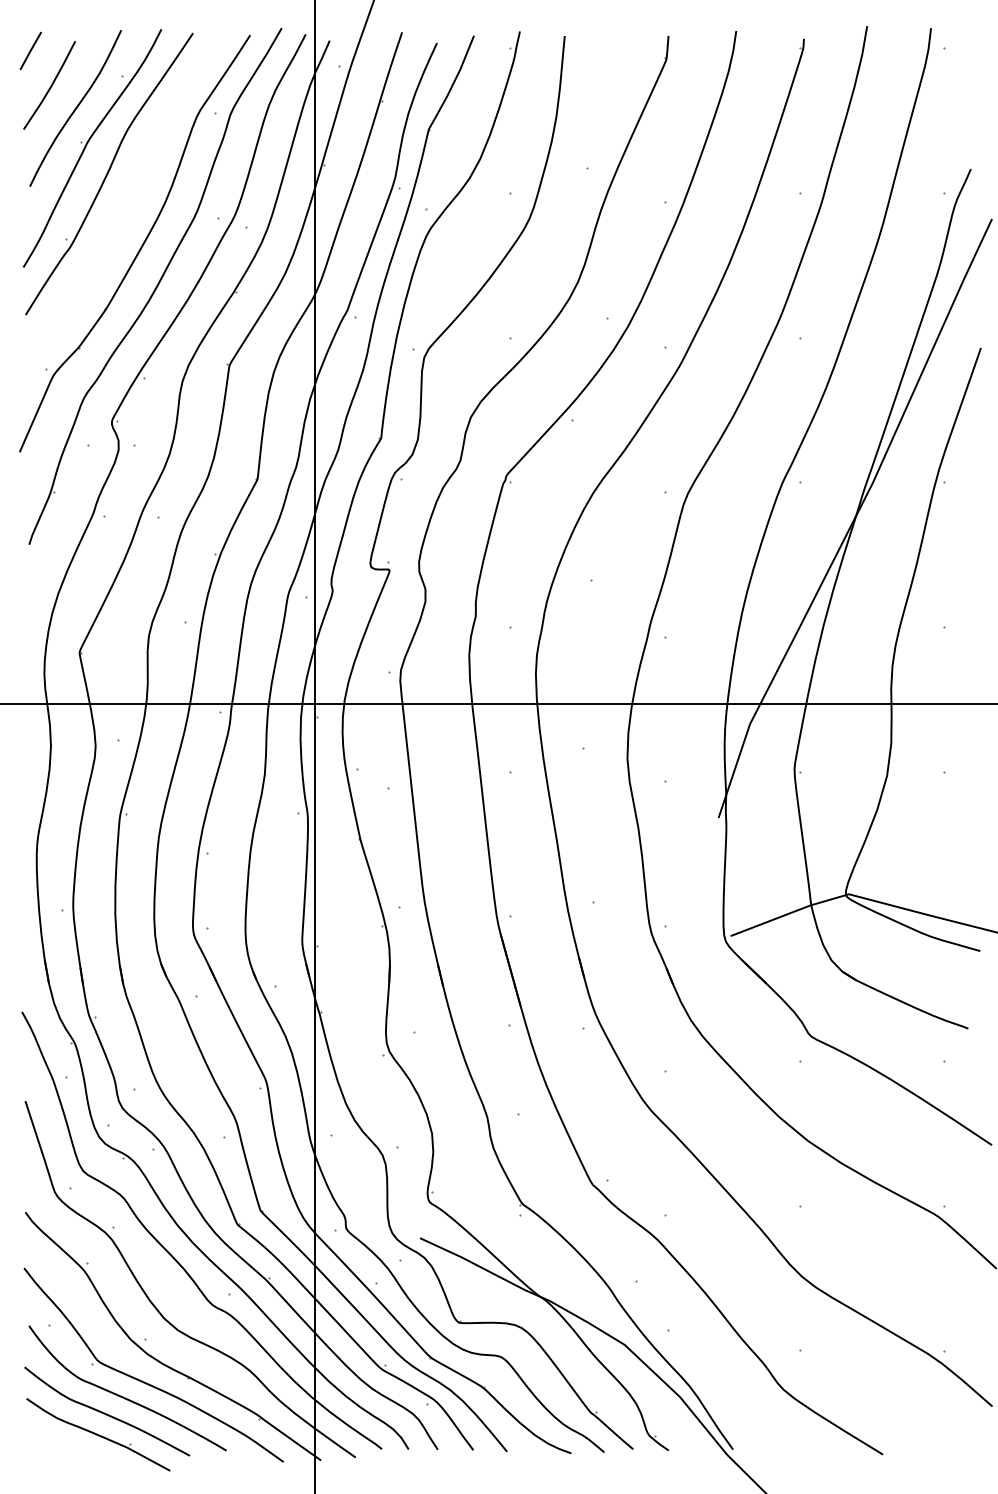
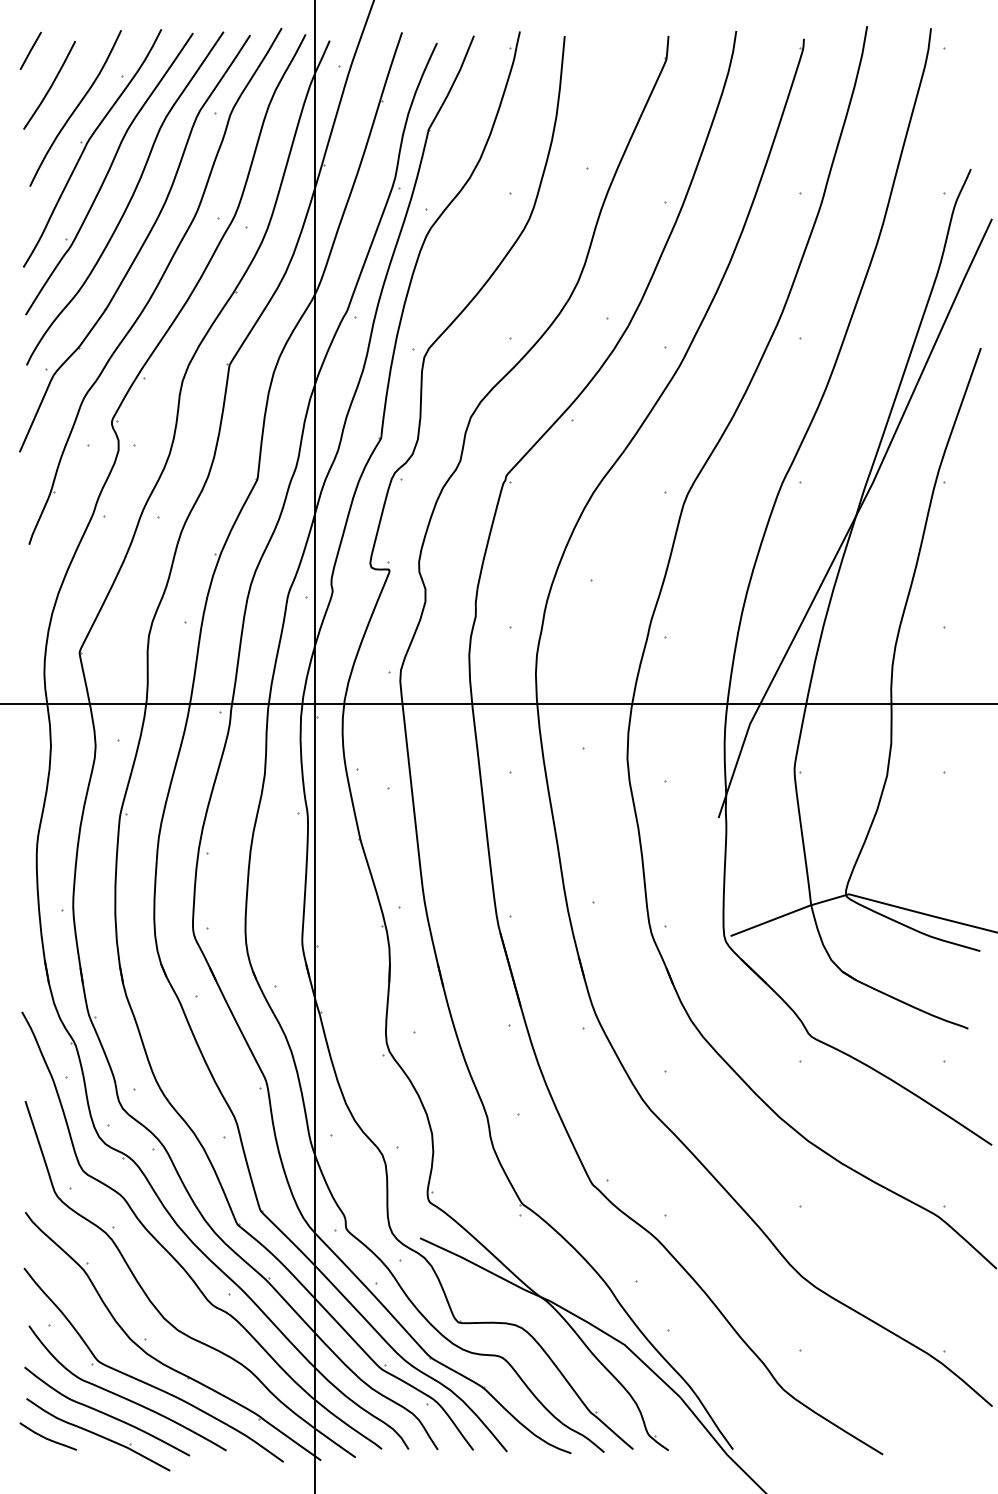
curve at (129, 199): none -> present
curve at (46, 1437): none -> present
